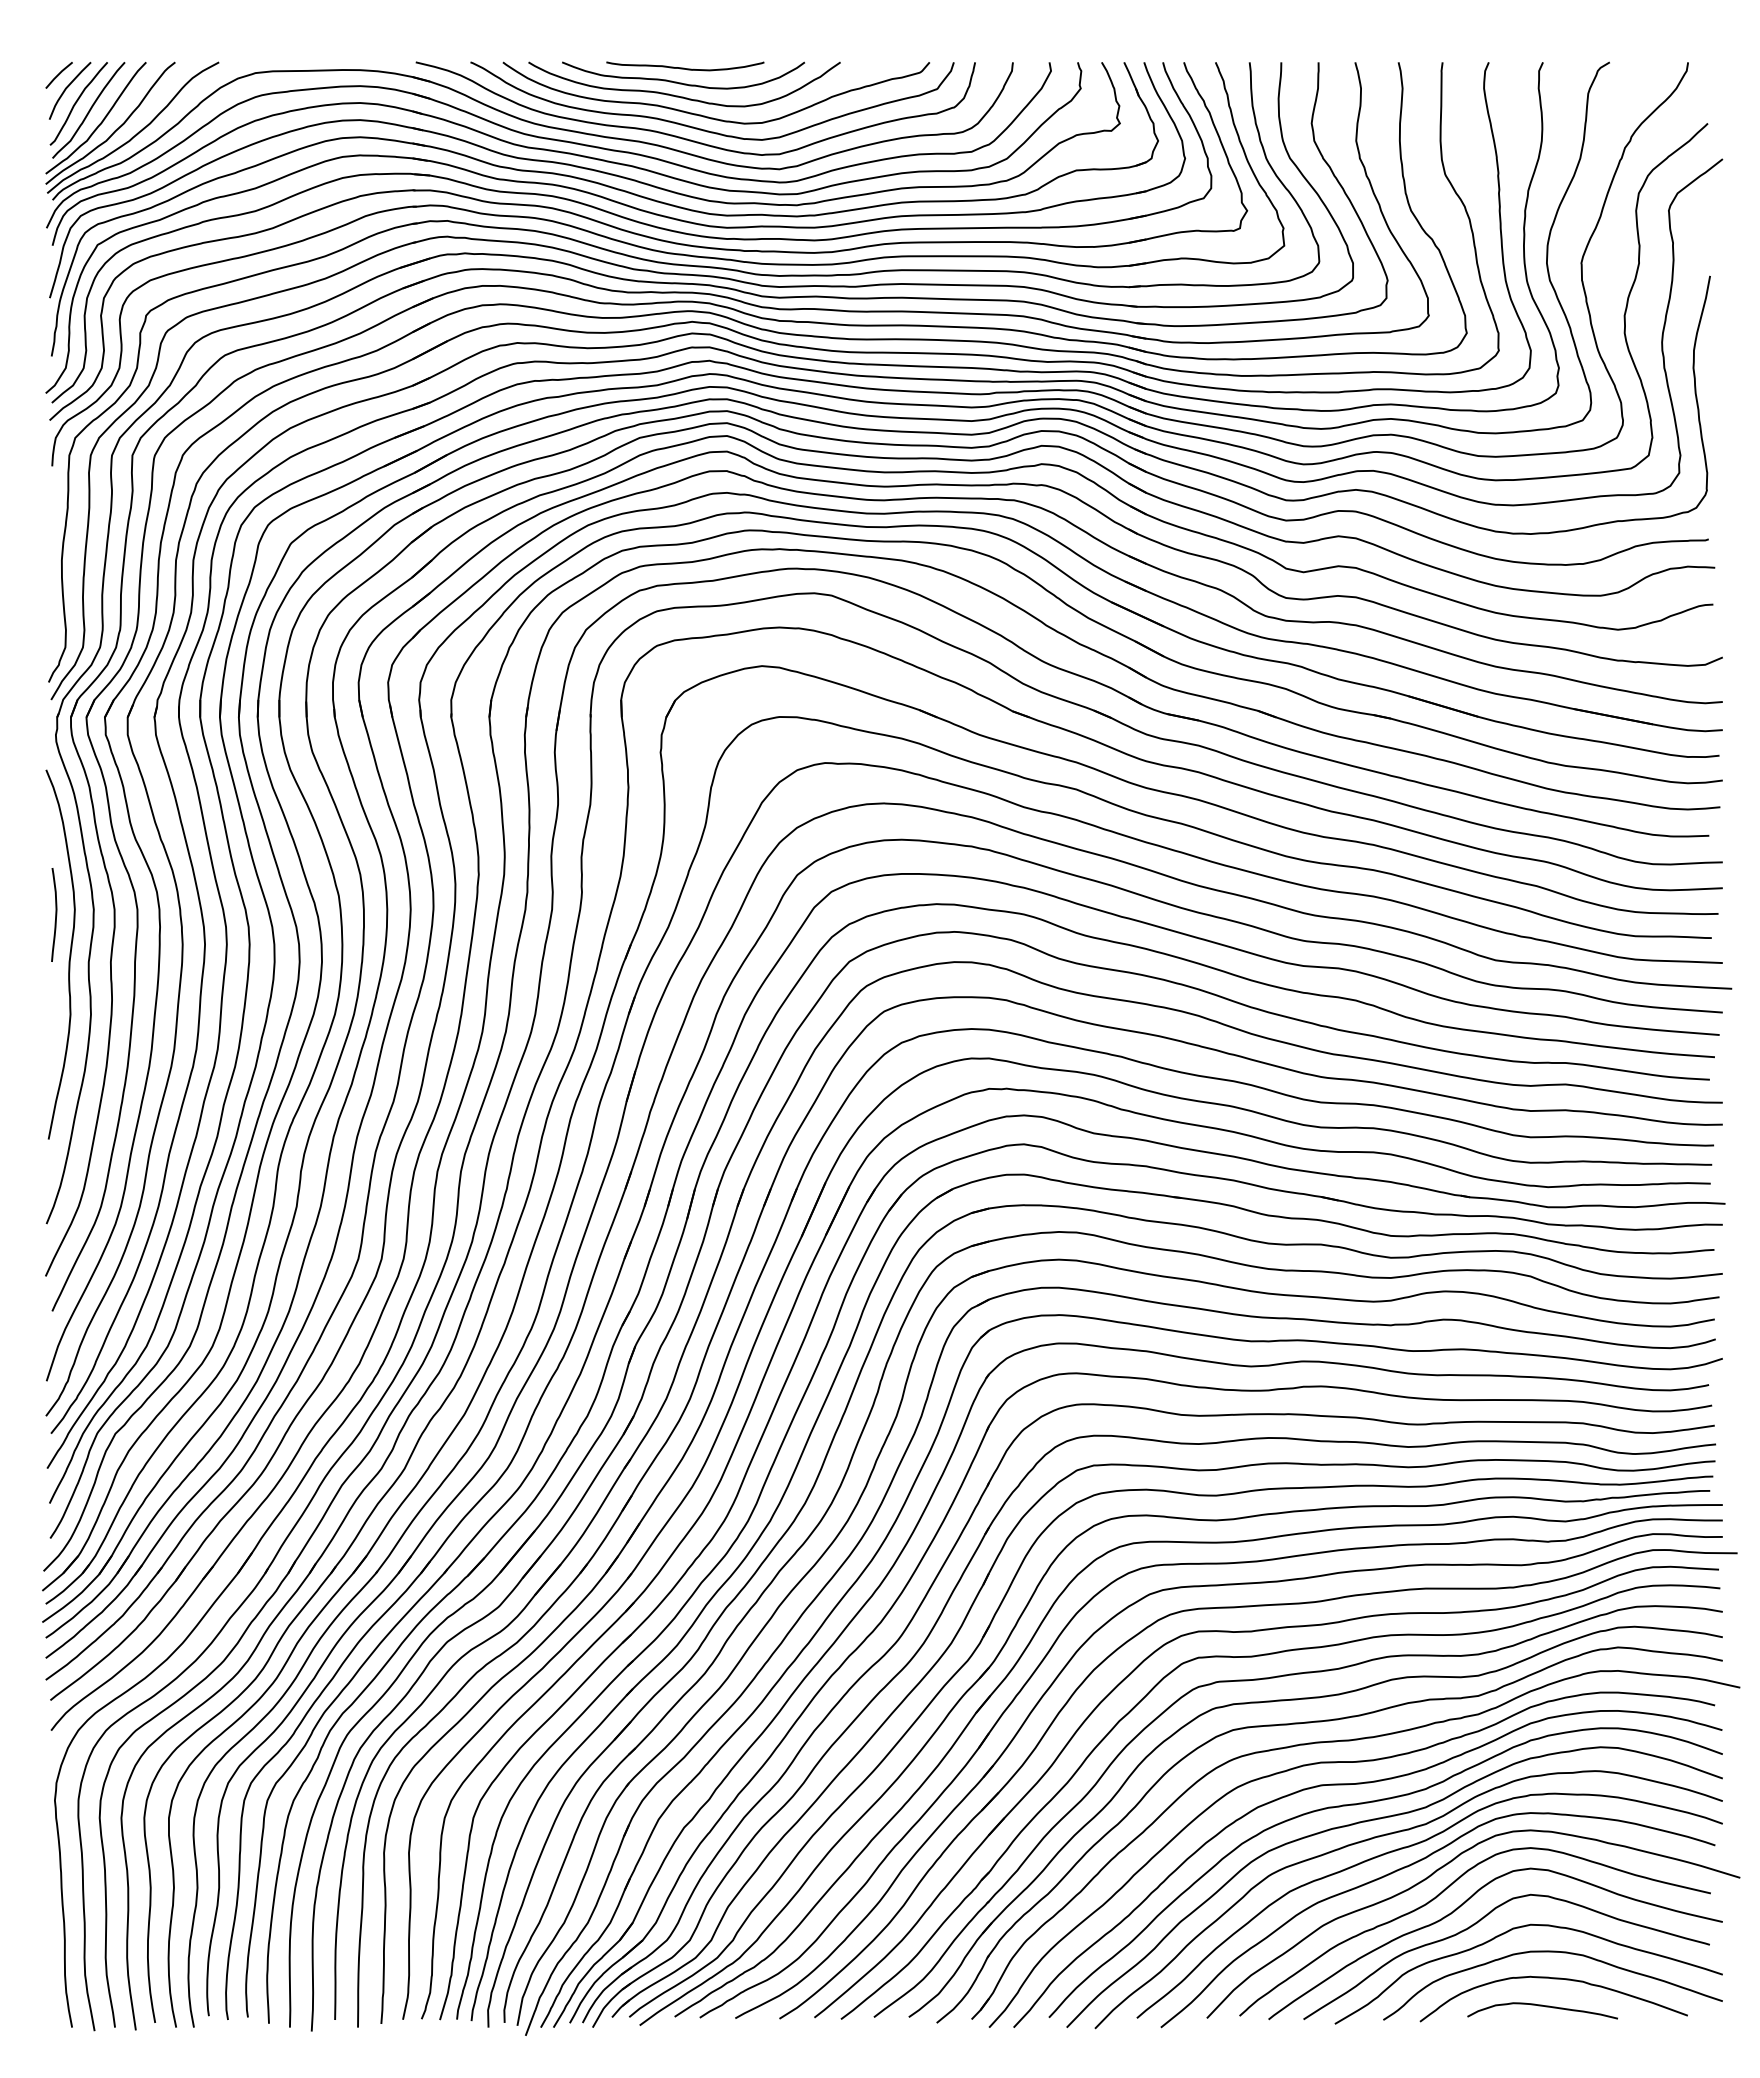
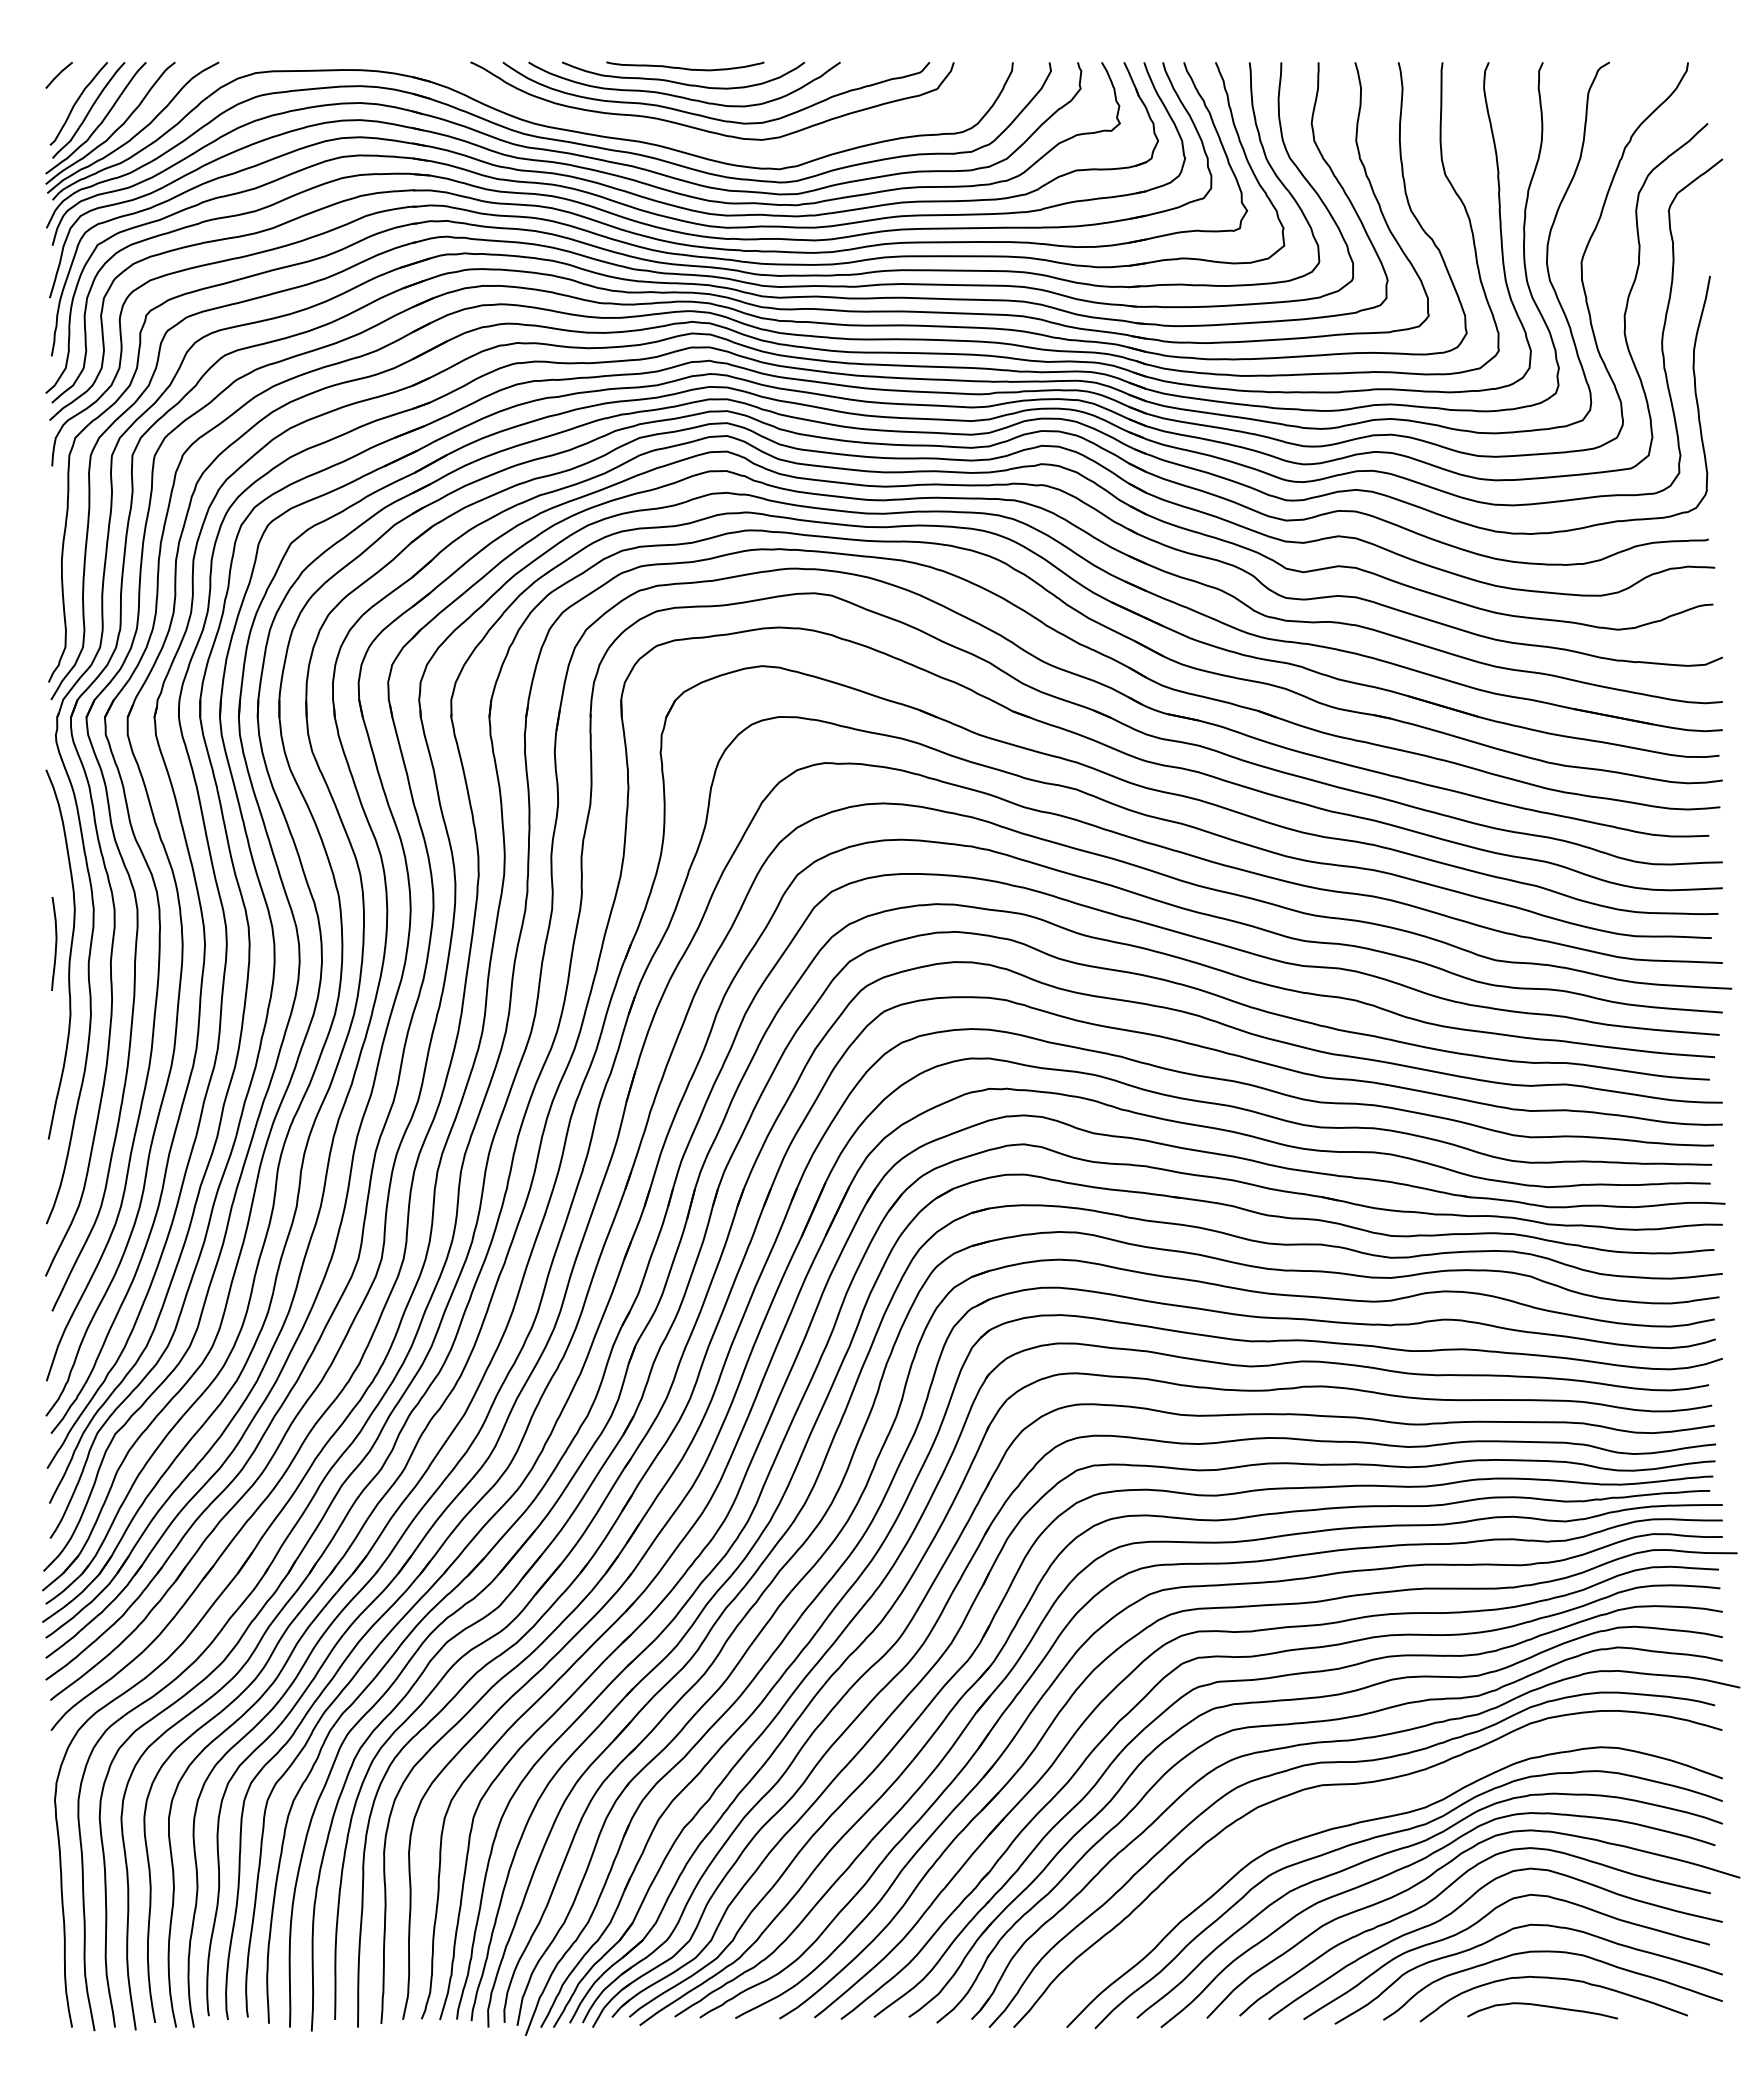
curve at (67, 88): present -> none
curve at (687, 138): present -> none
curve at (55, 914) position: (55, 914) -> (55, 943)
curve at (1374, 1802): present -> none
